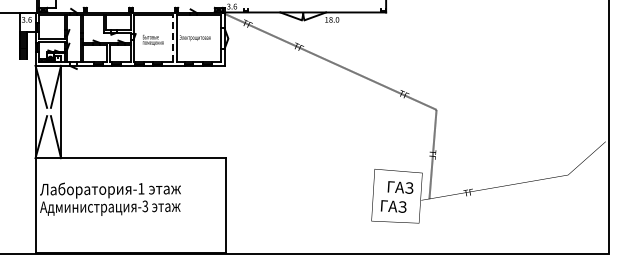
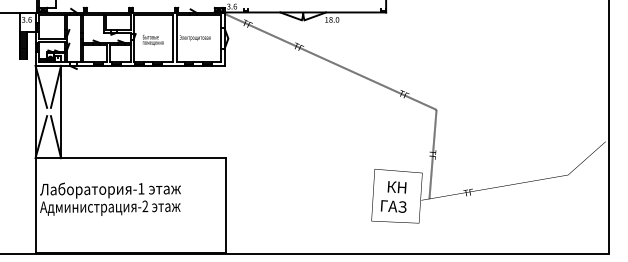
line at (172, 38): dashed -> solid
text at (401, 187): ГАЗ -> КН
text at (145, 206): -3 -> -2
